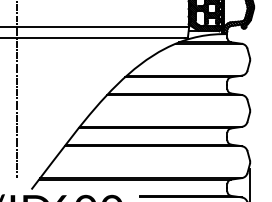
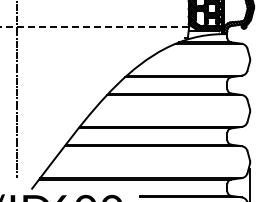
line at (94, 27): solid -> dashed
line at (93, 37): present -> none
